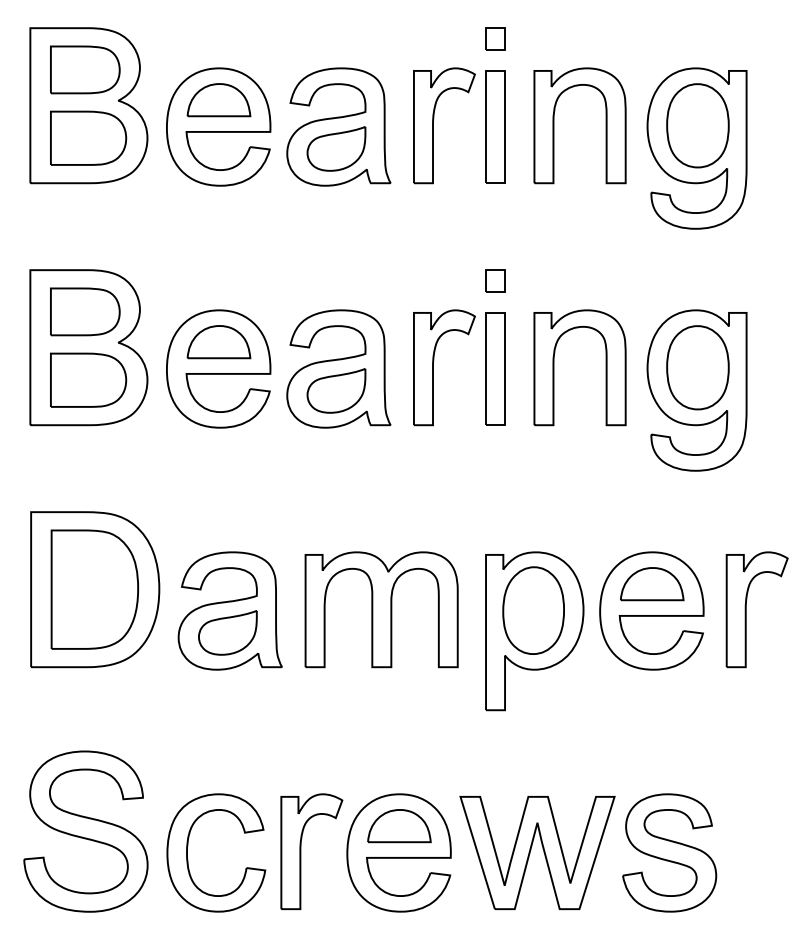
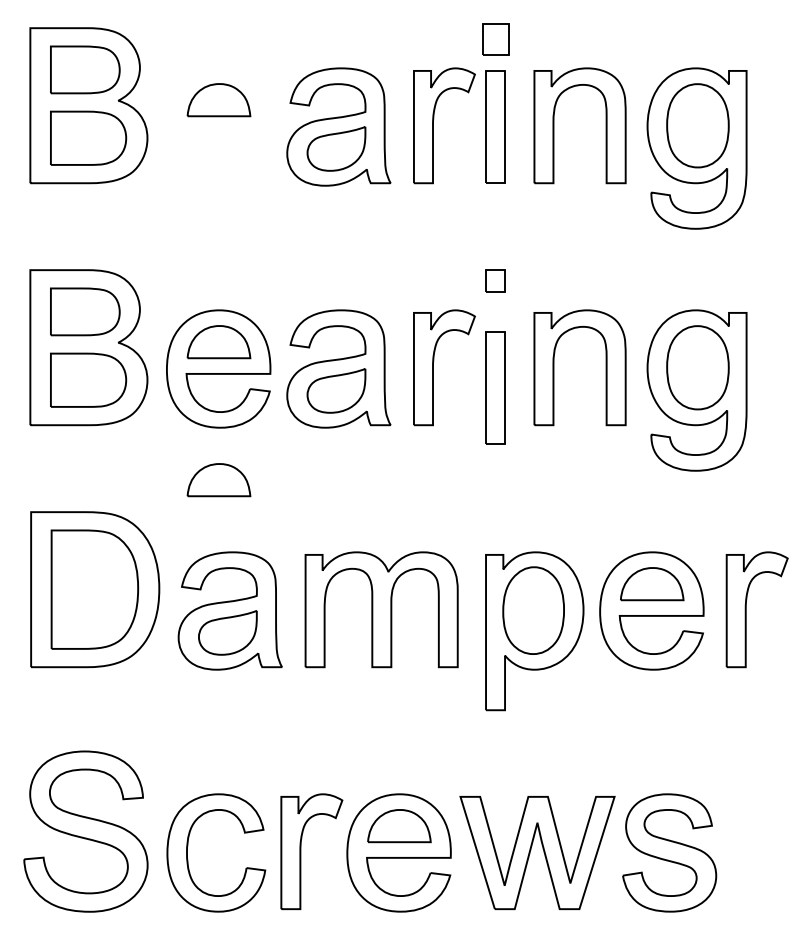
part at (495, 38) size: 21x24 px -> 28x33 px
part at (218, 126): present -> none
part at (495, 368) position: (495, 368) -> (495, 387)
part at (218, 480): none -> present
